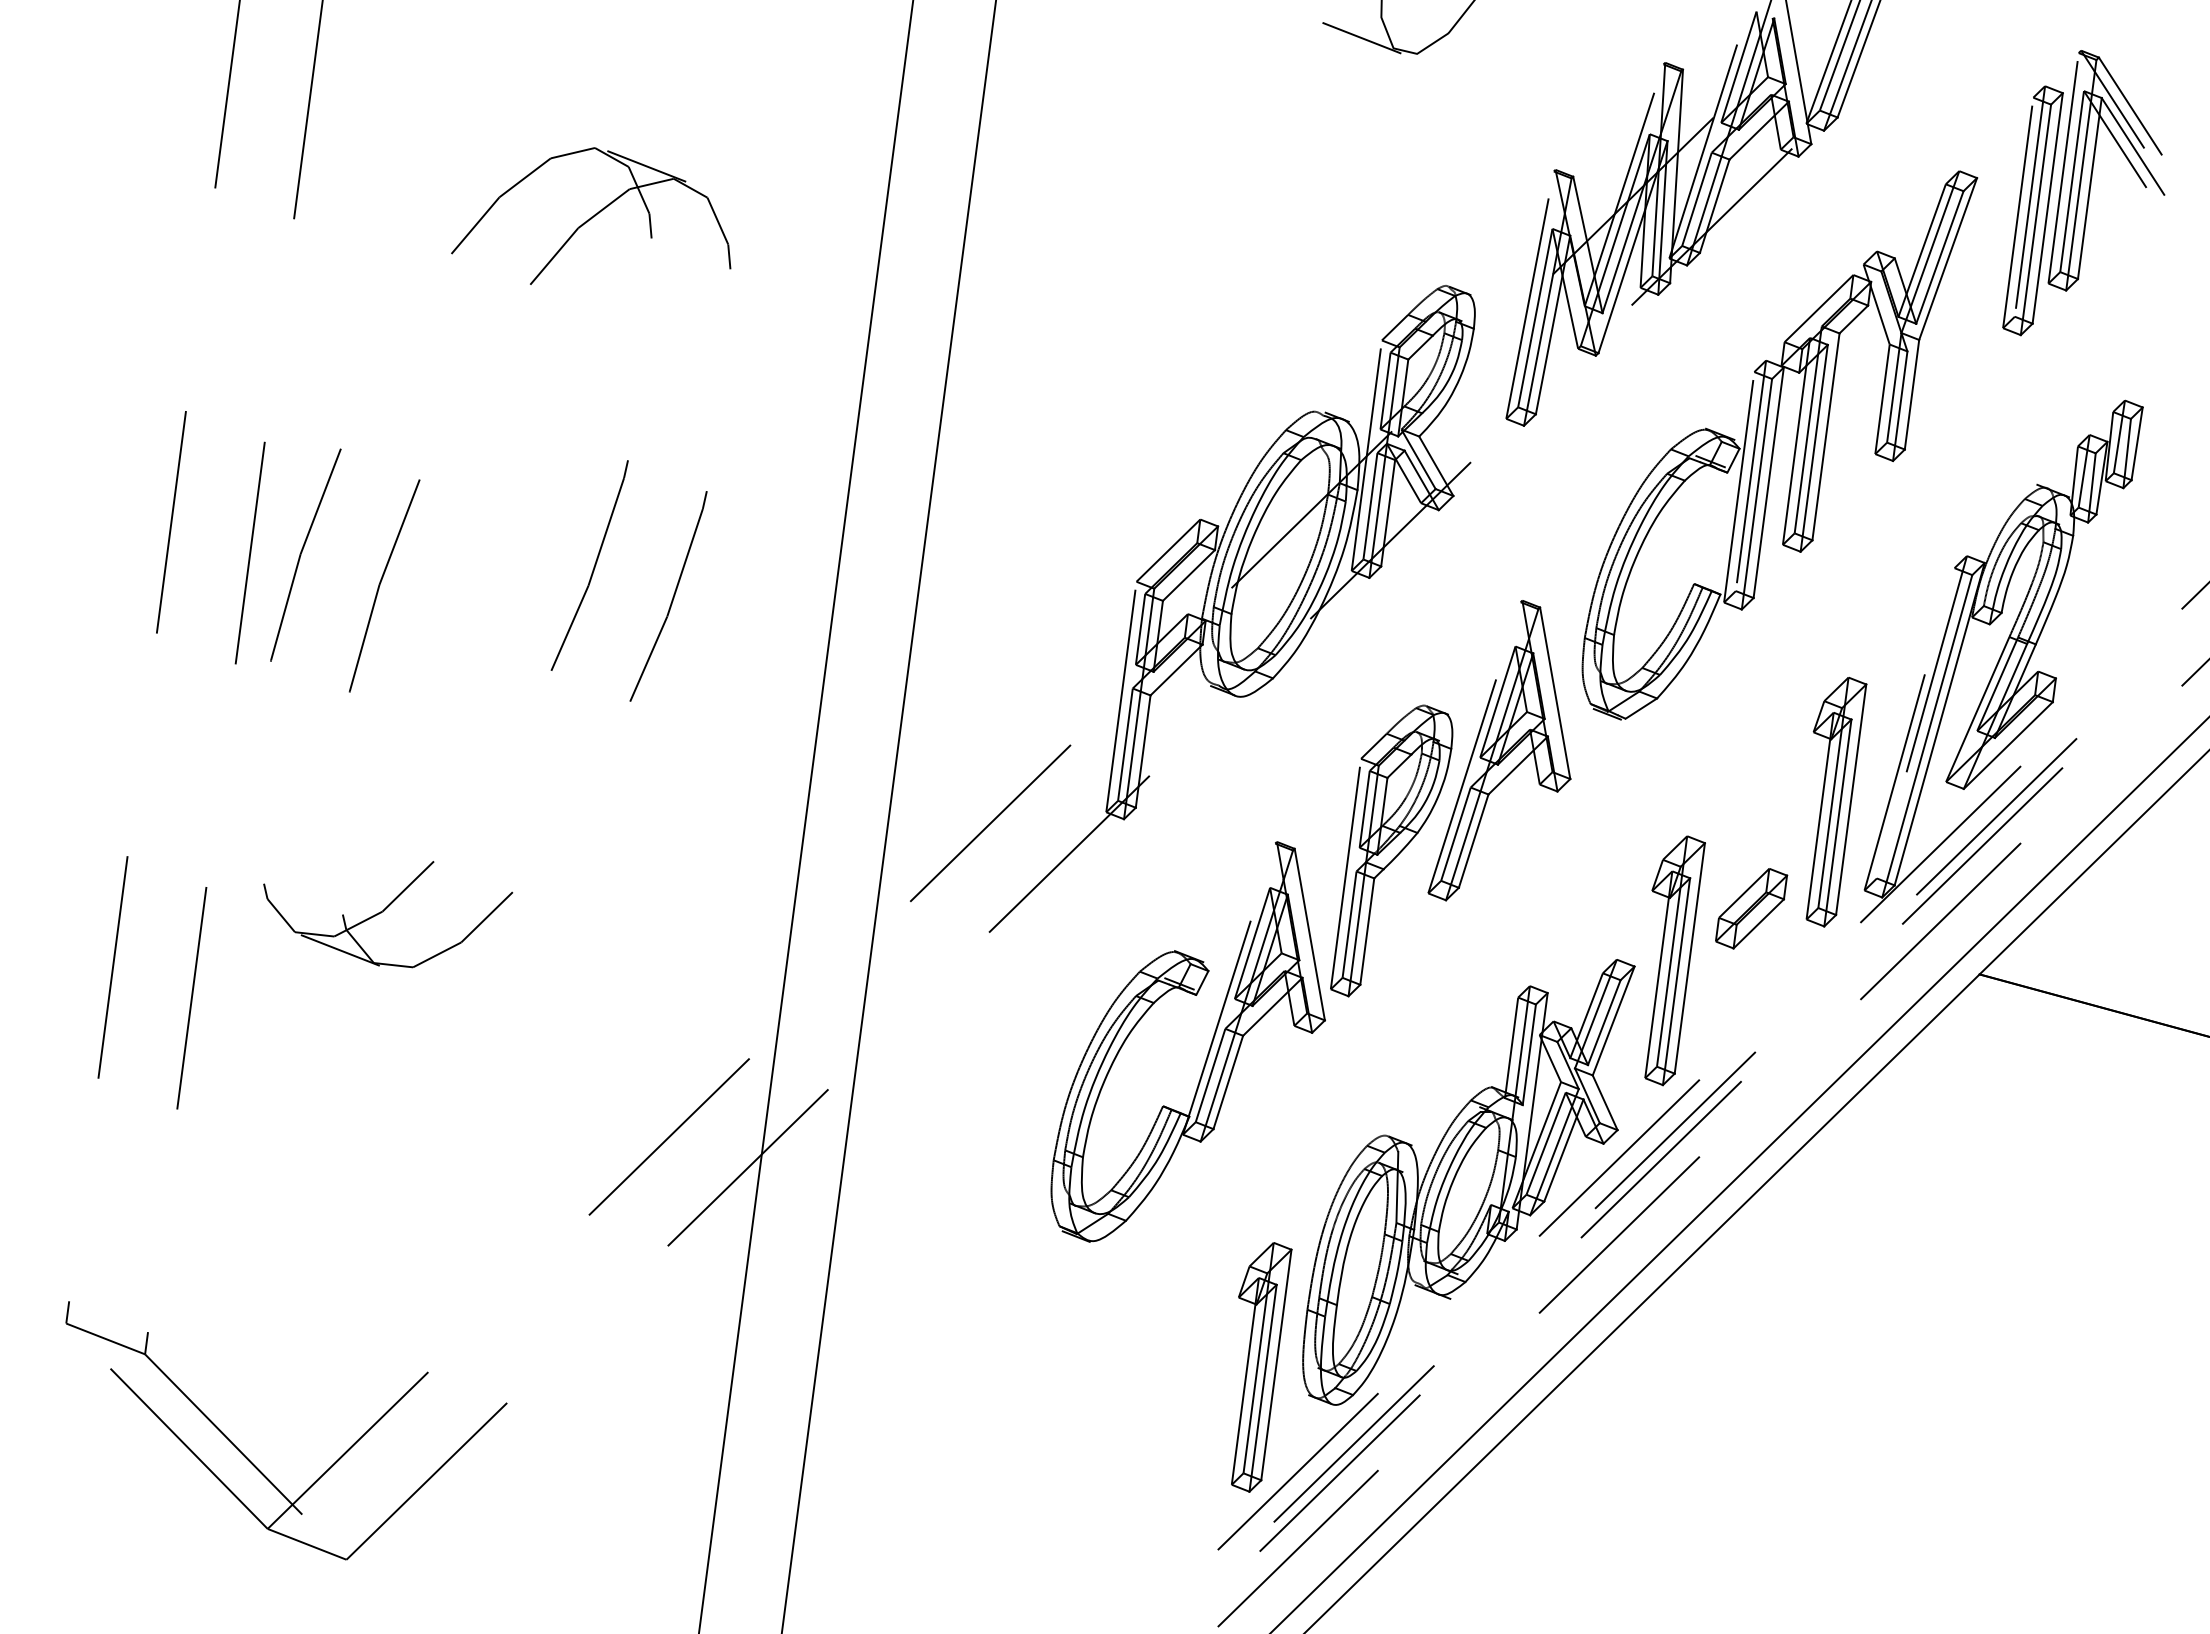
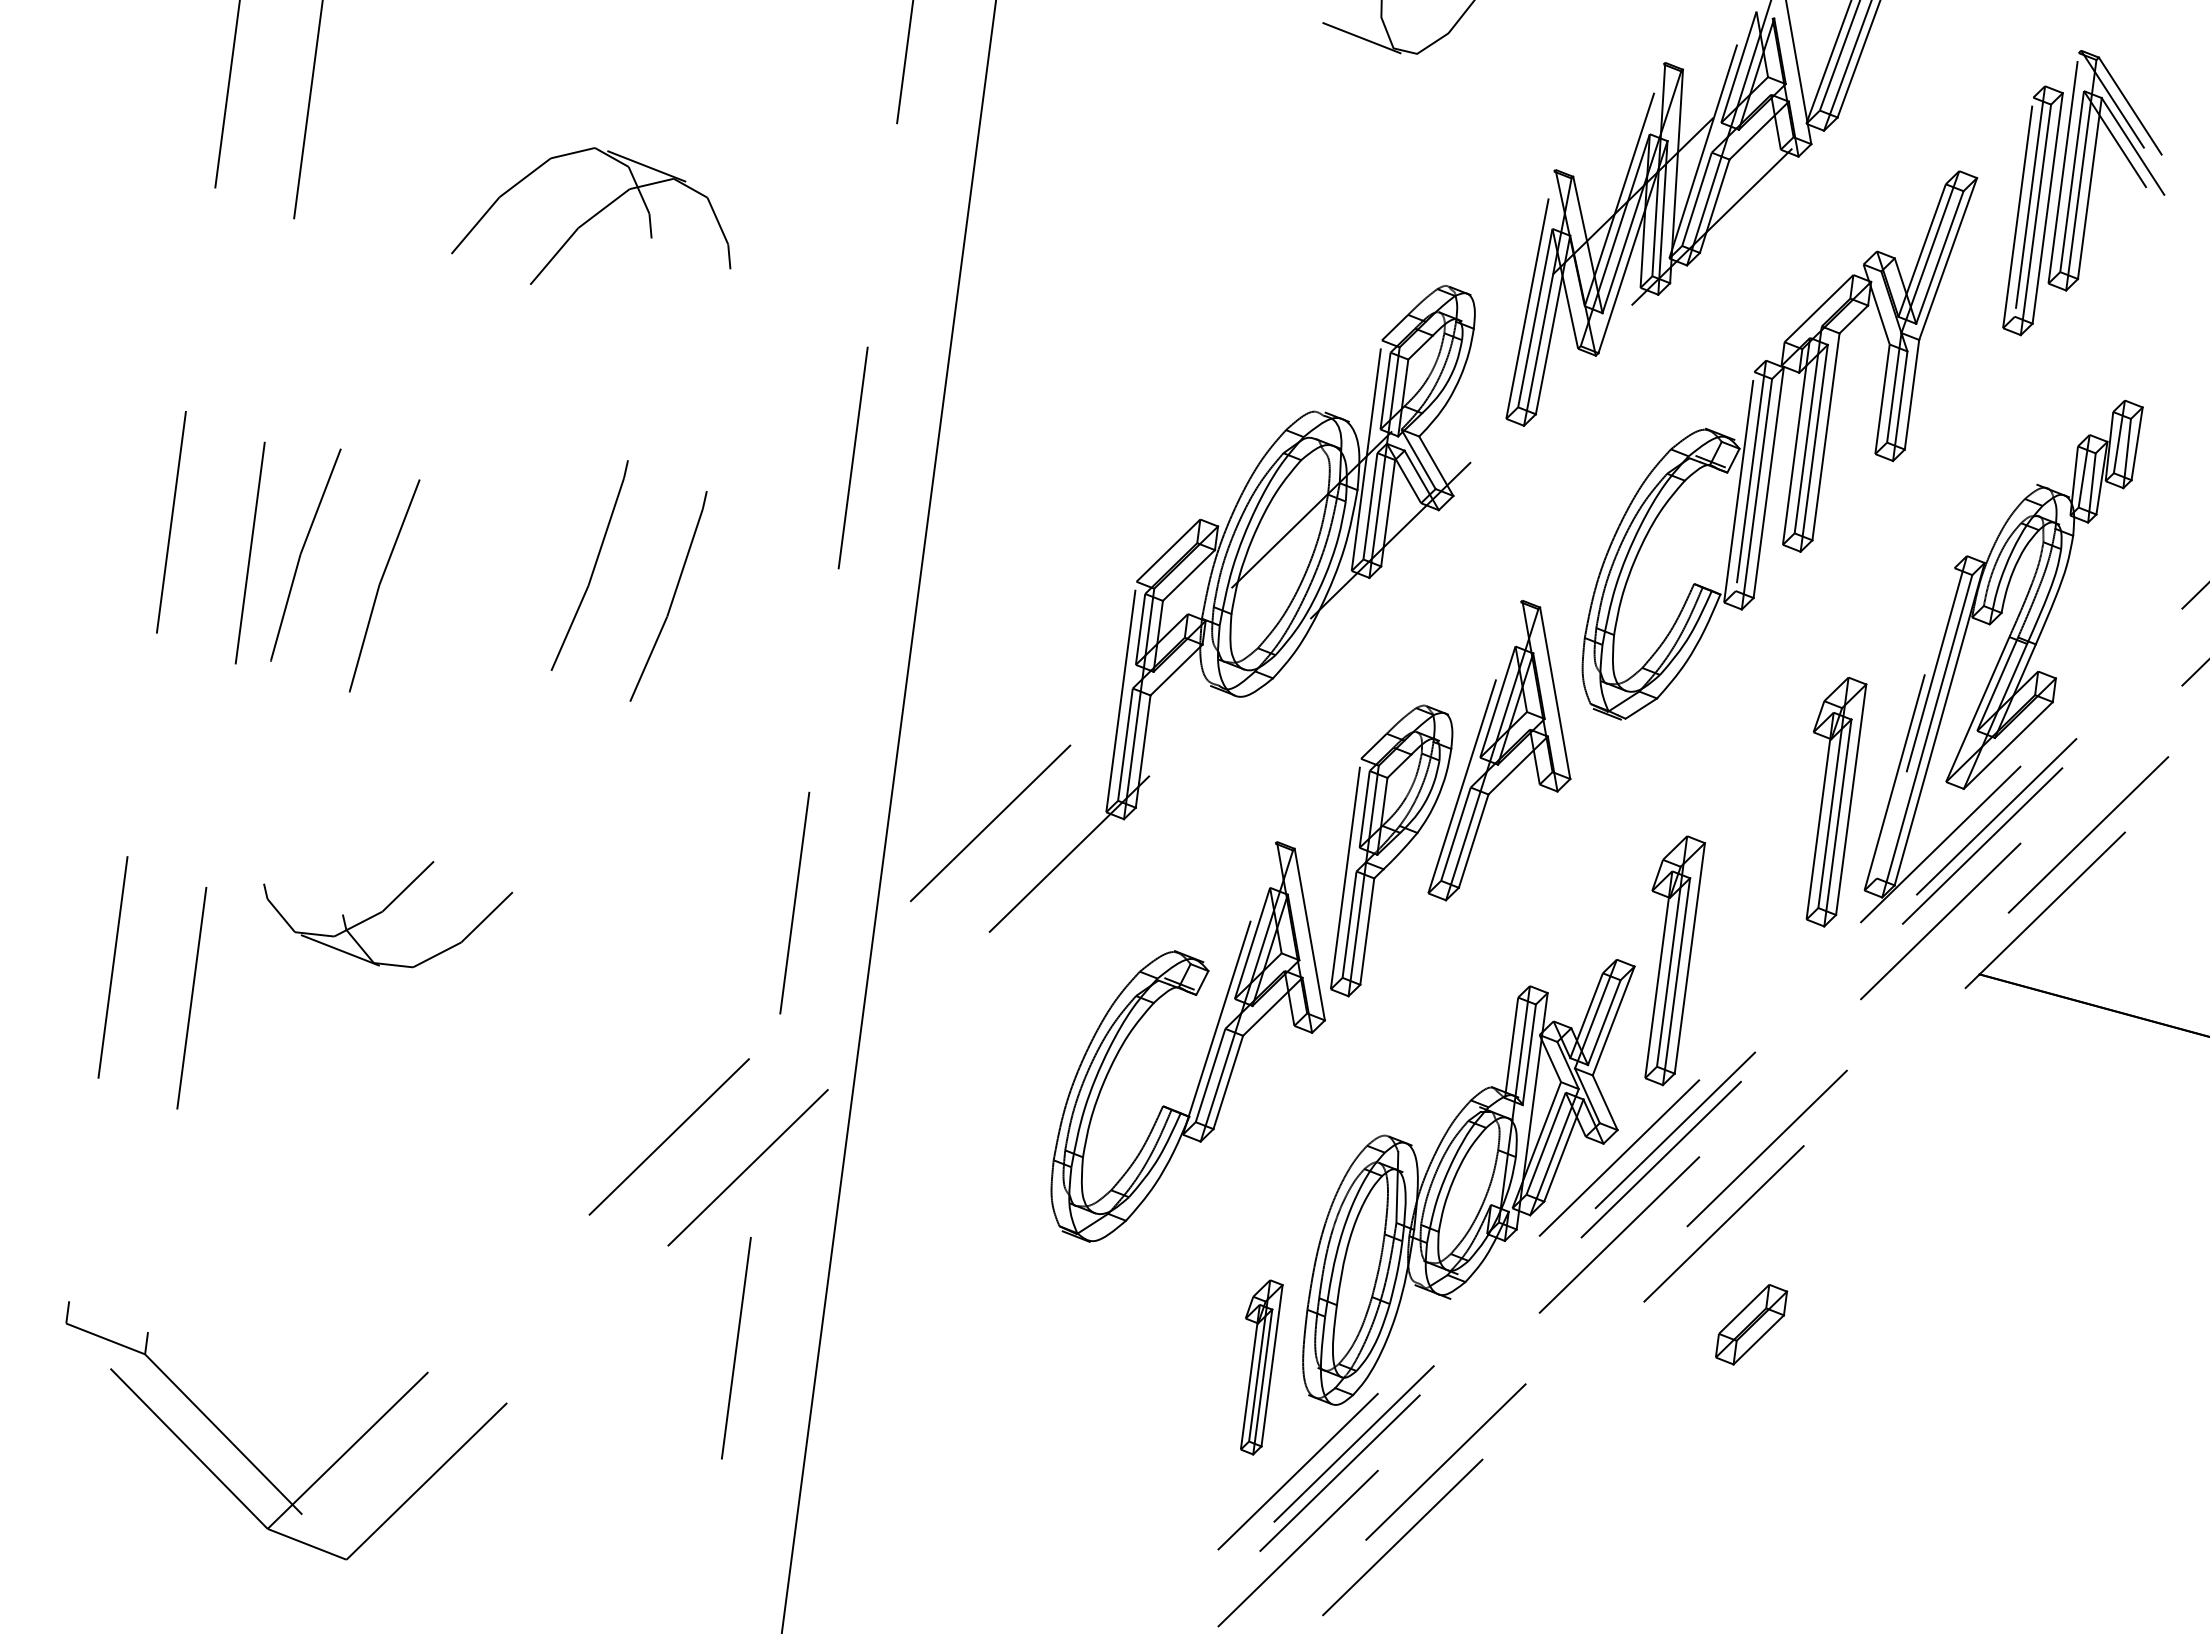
line at (806, 817): solid -> dashed
part at (1751, 908) position: (1751, 908) -> (1751, 1324)
line at (1739, 1175): solid -> dashed
line at (1757, 1191): solid -> dashed
part at (1261, 1367) size: 62x251 px -> 44x177 px
